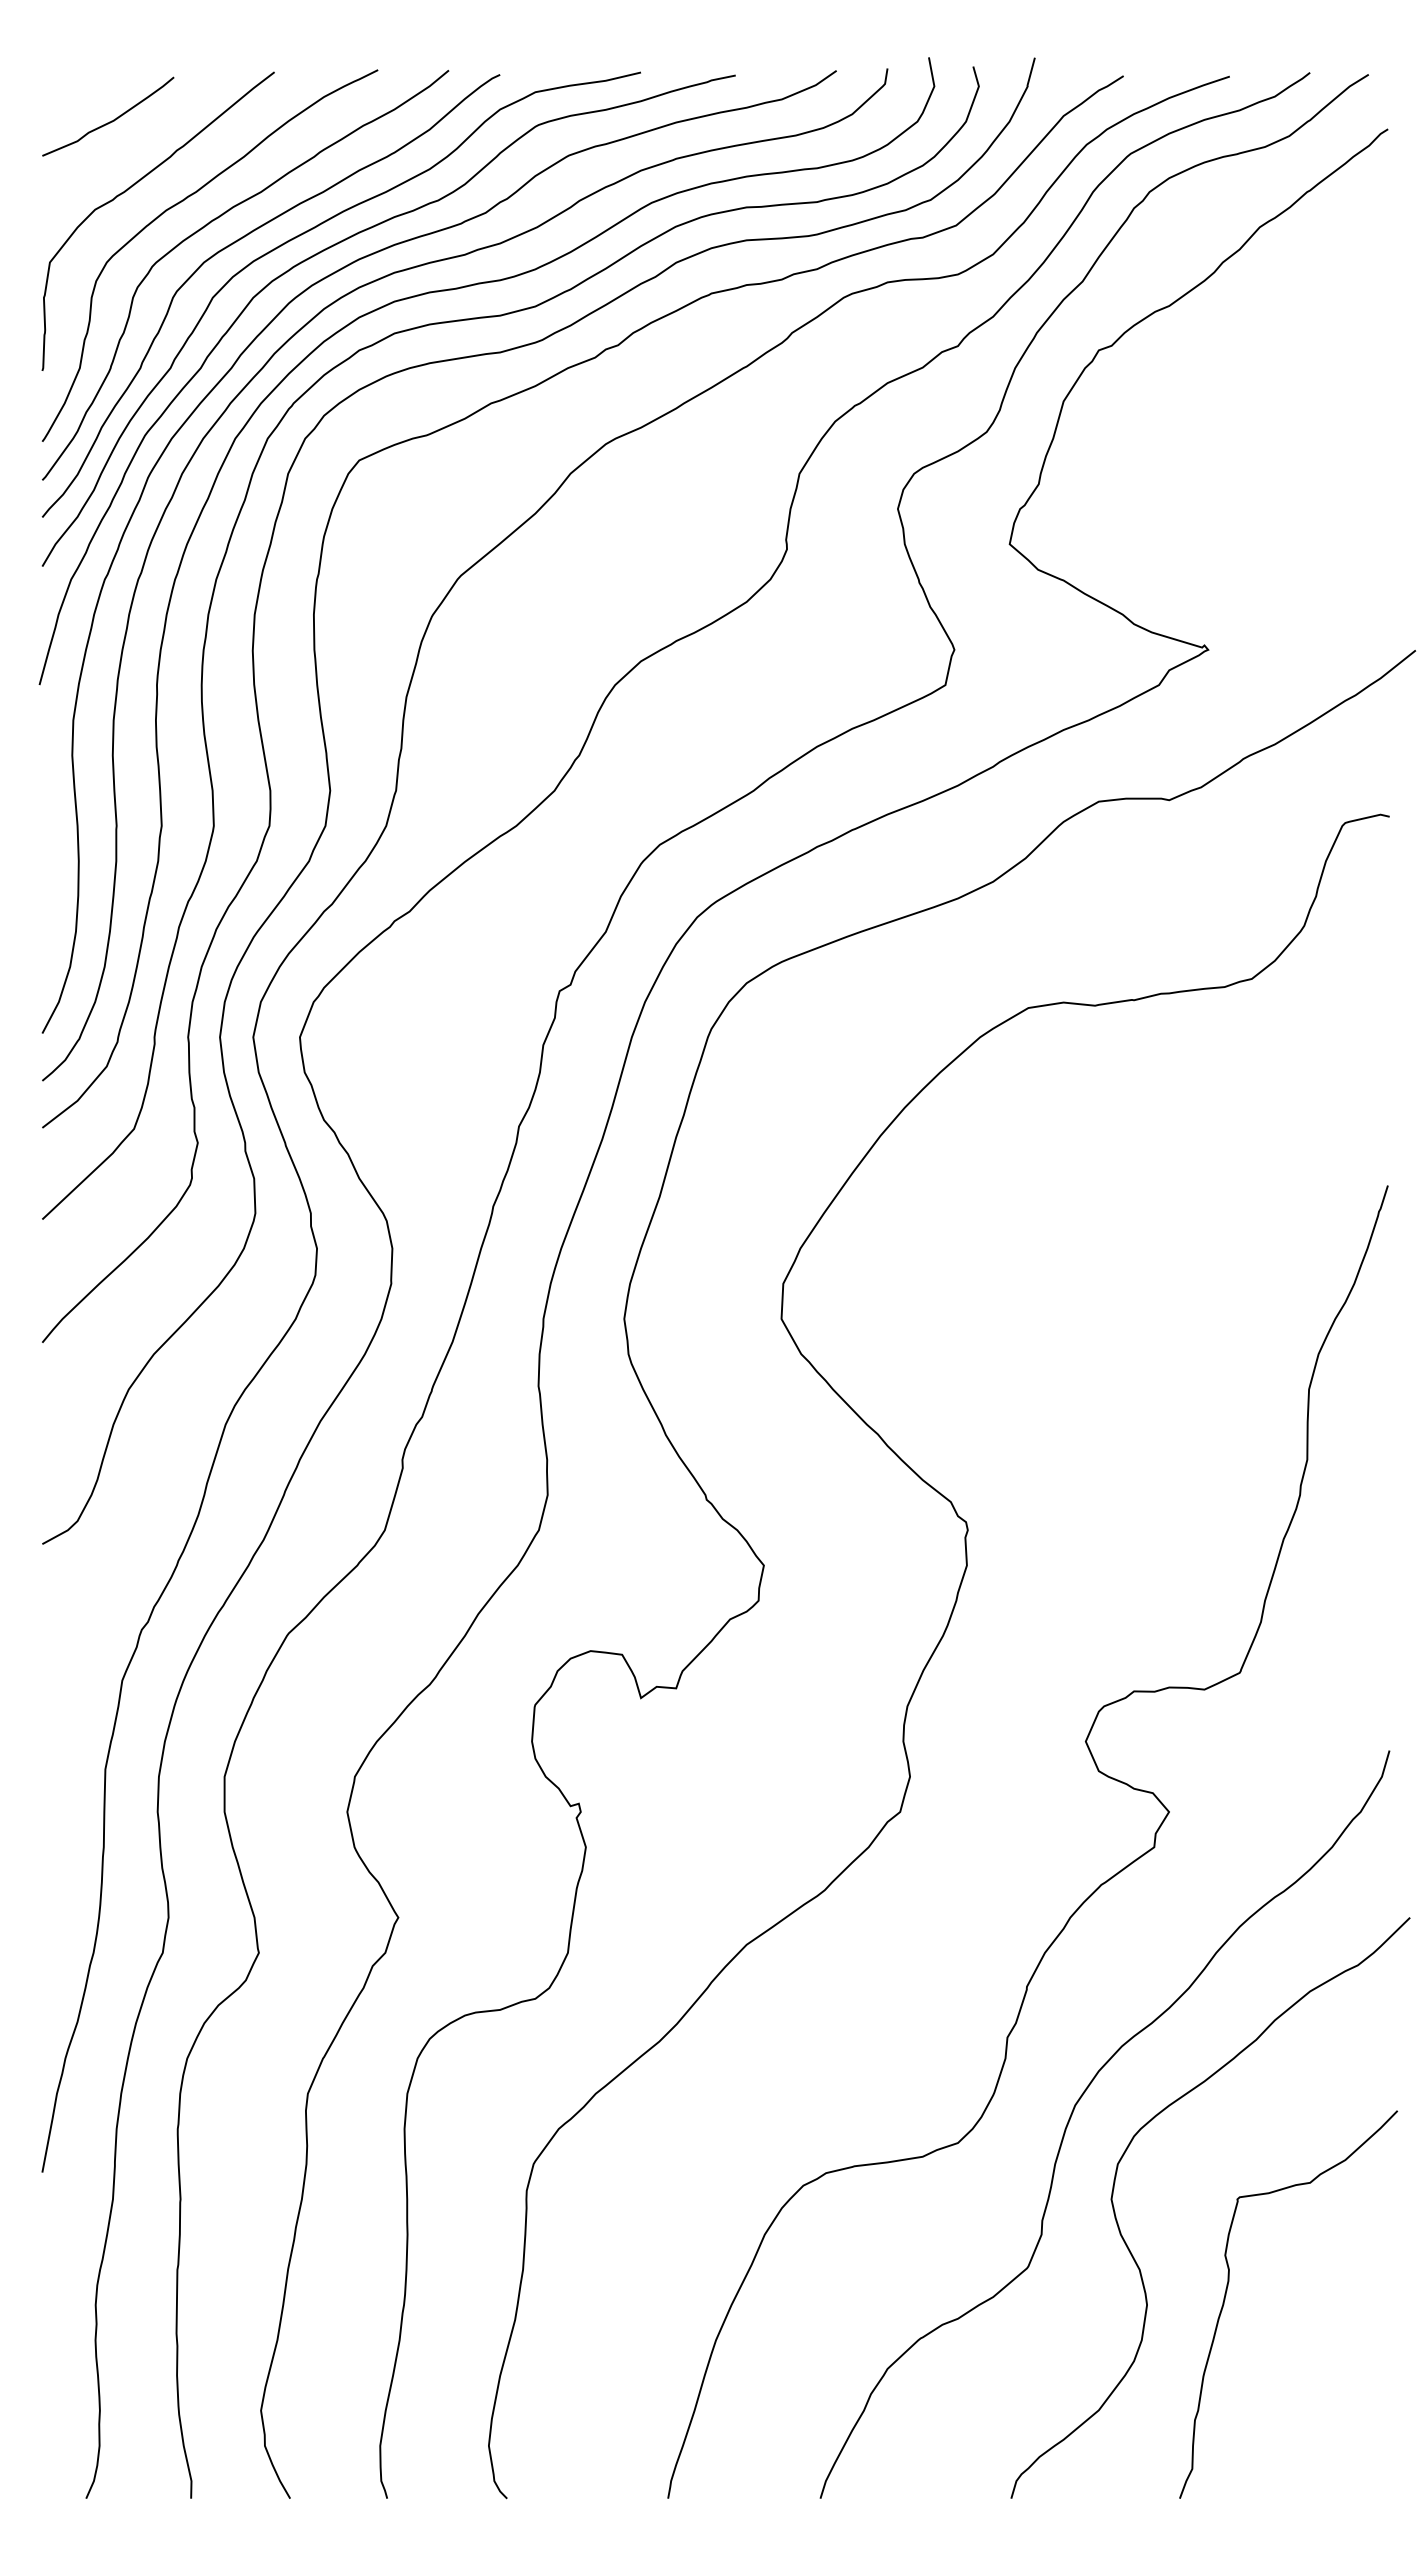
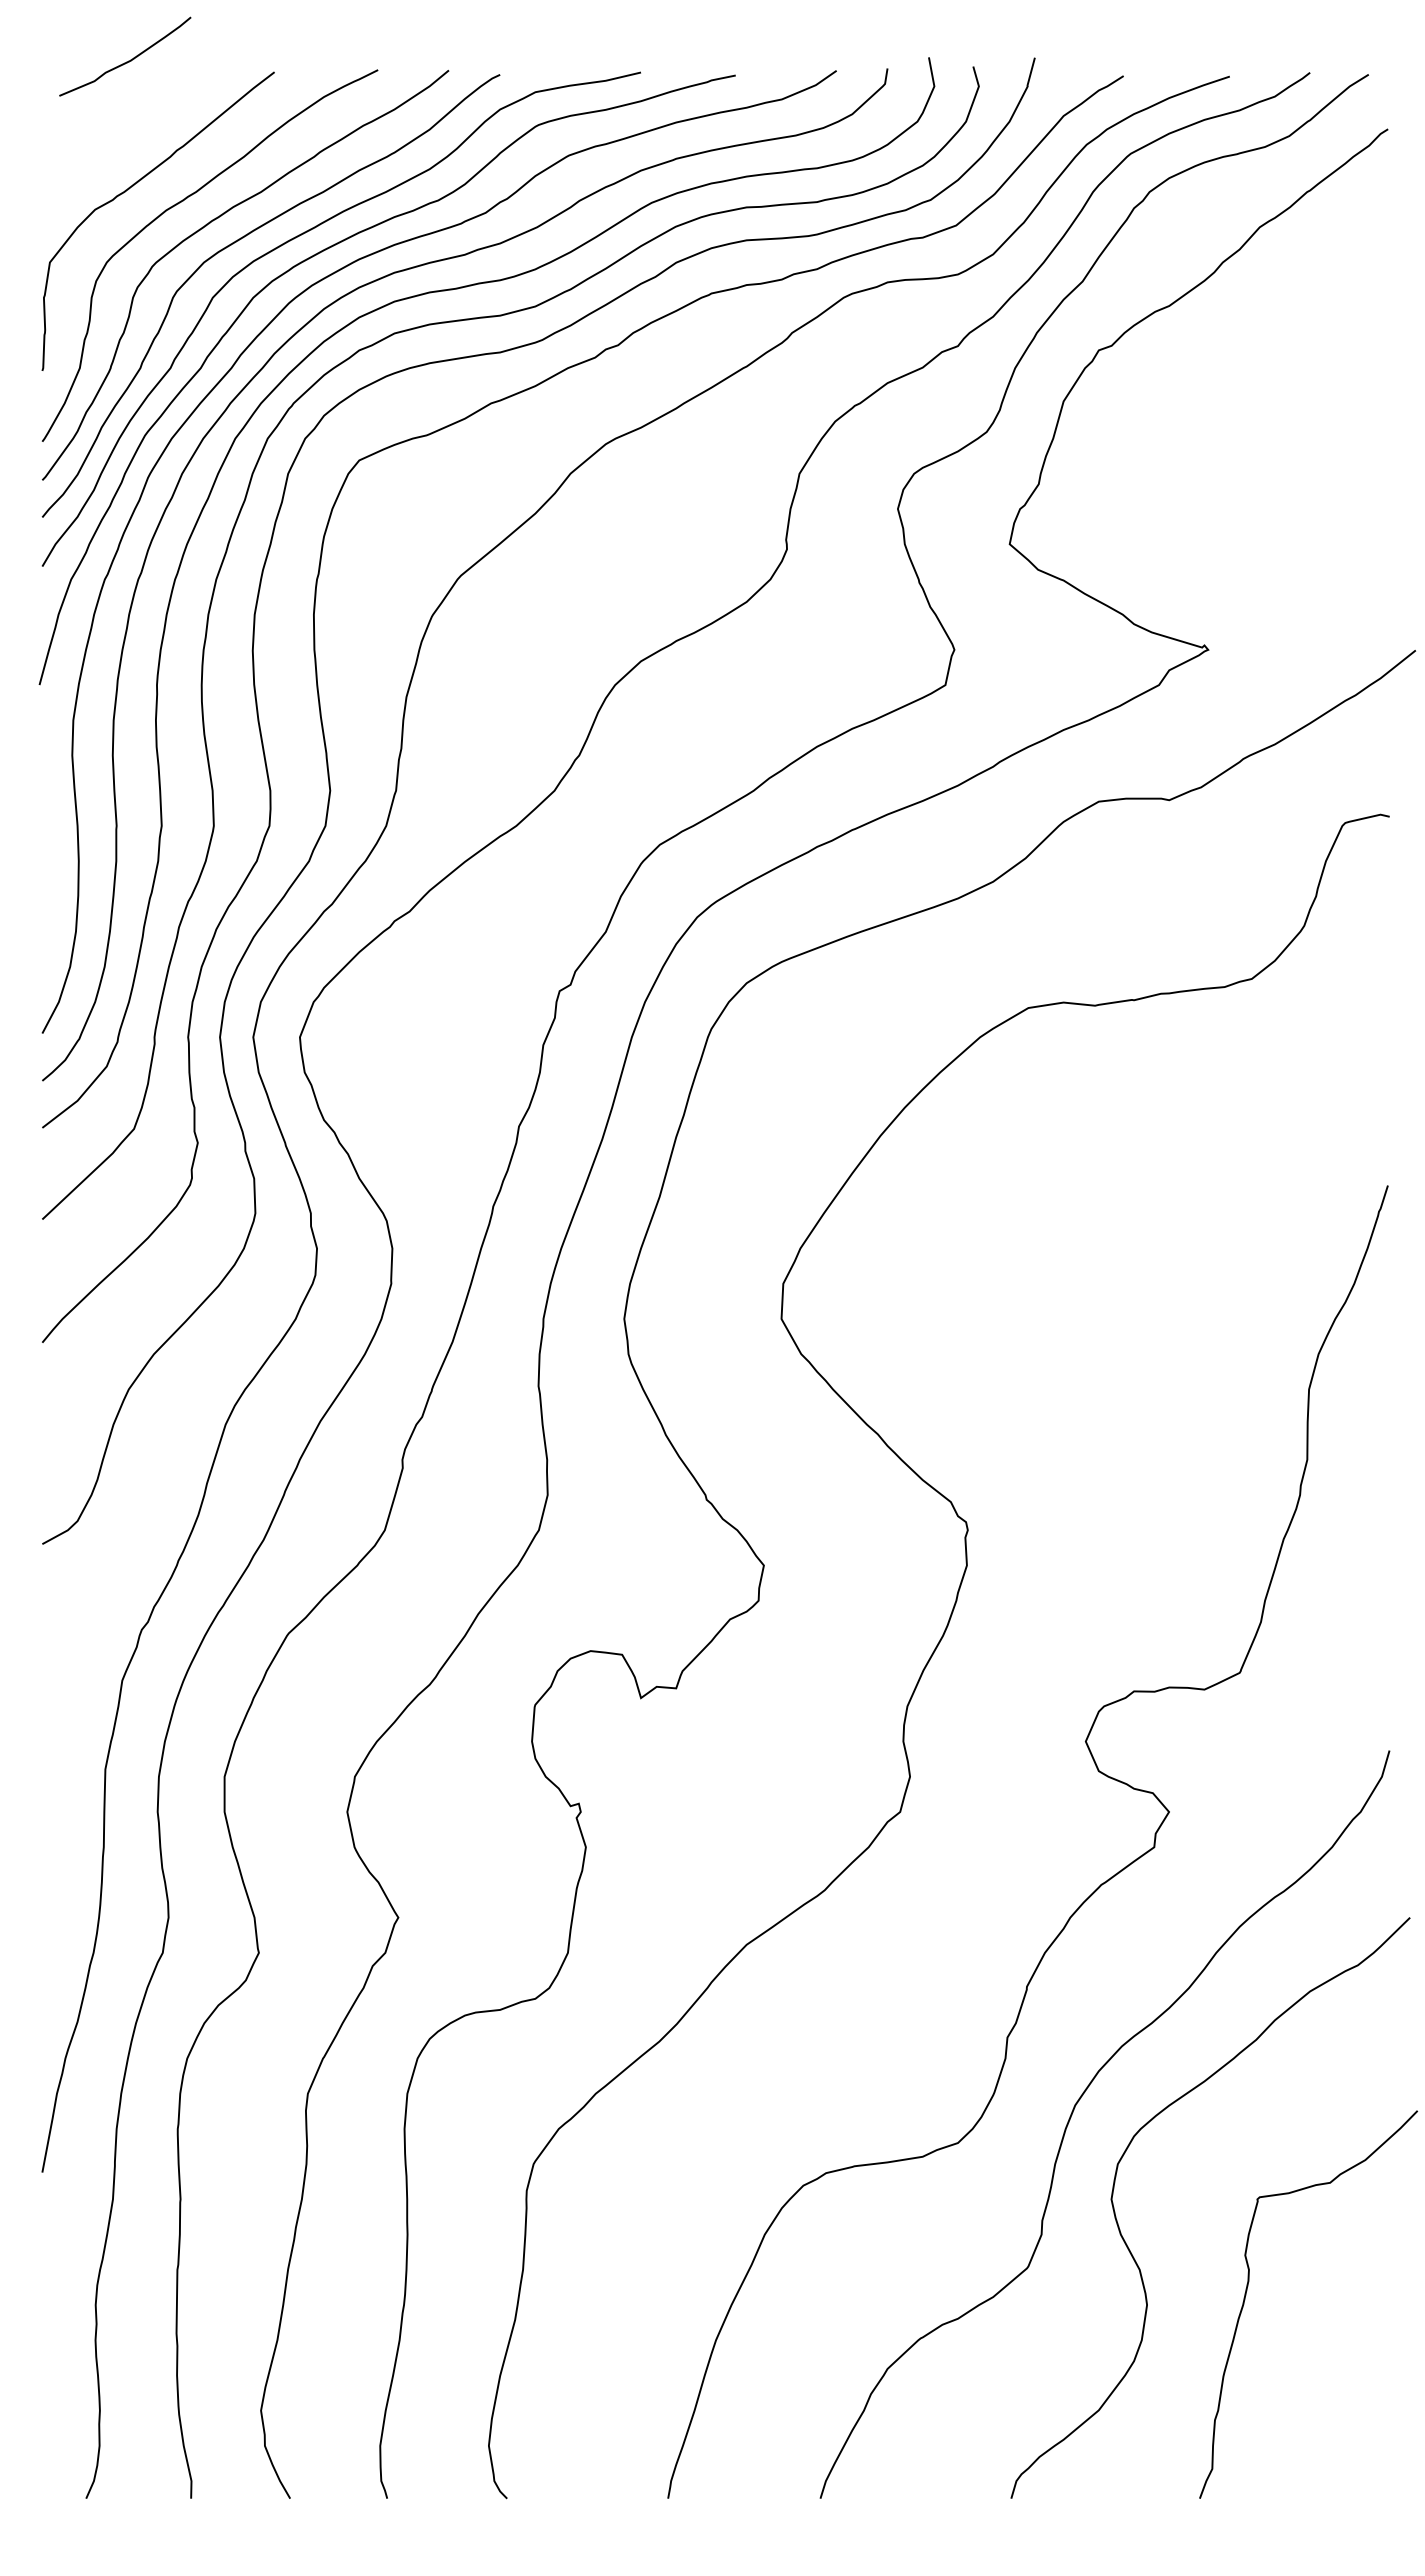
curve at (111, 120) position: (111, 120) -> (128, 60)
curve at (1227, 2291) position: (1227, 2291) -> (1247, 2291)
